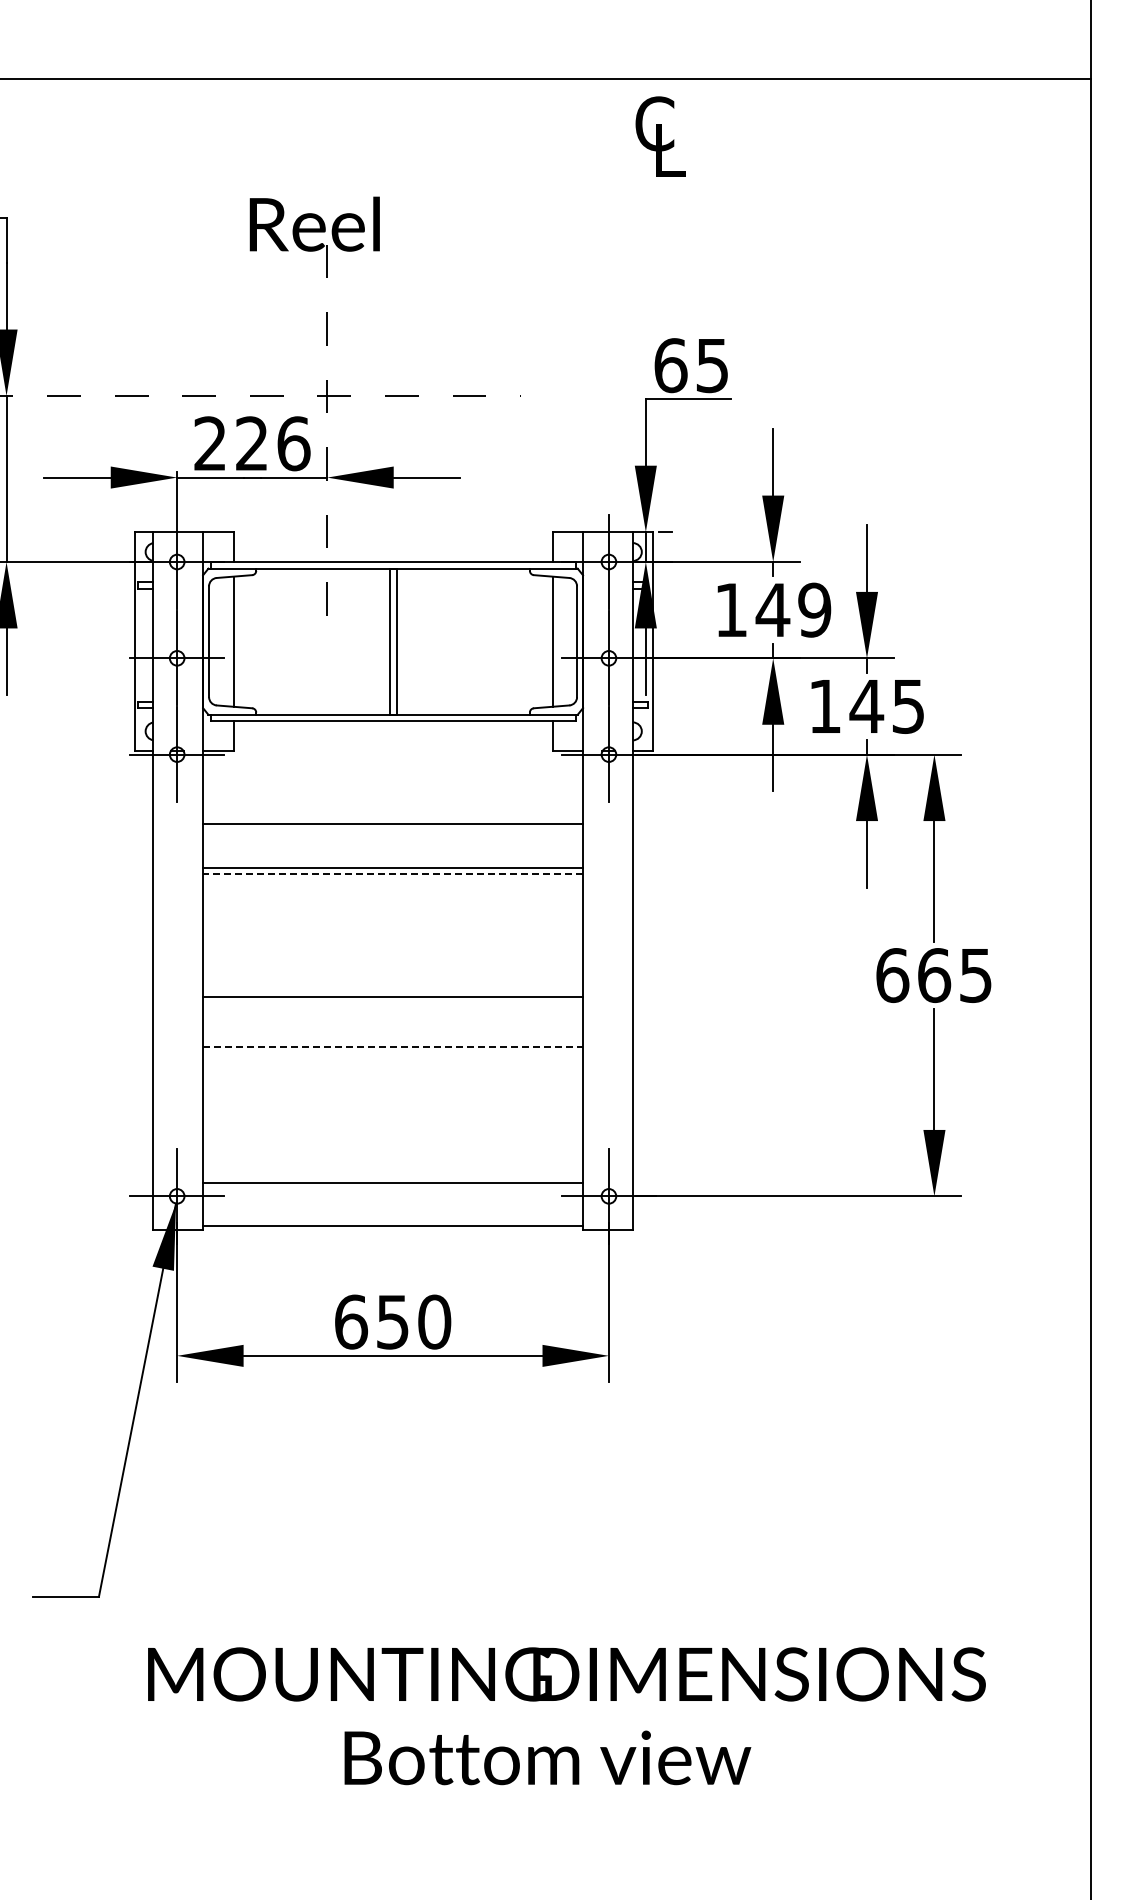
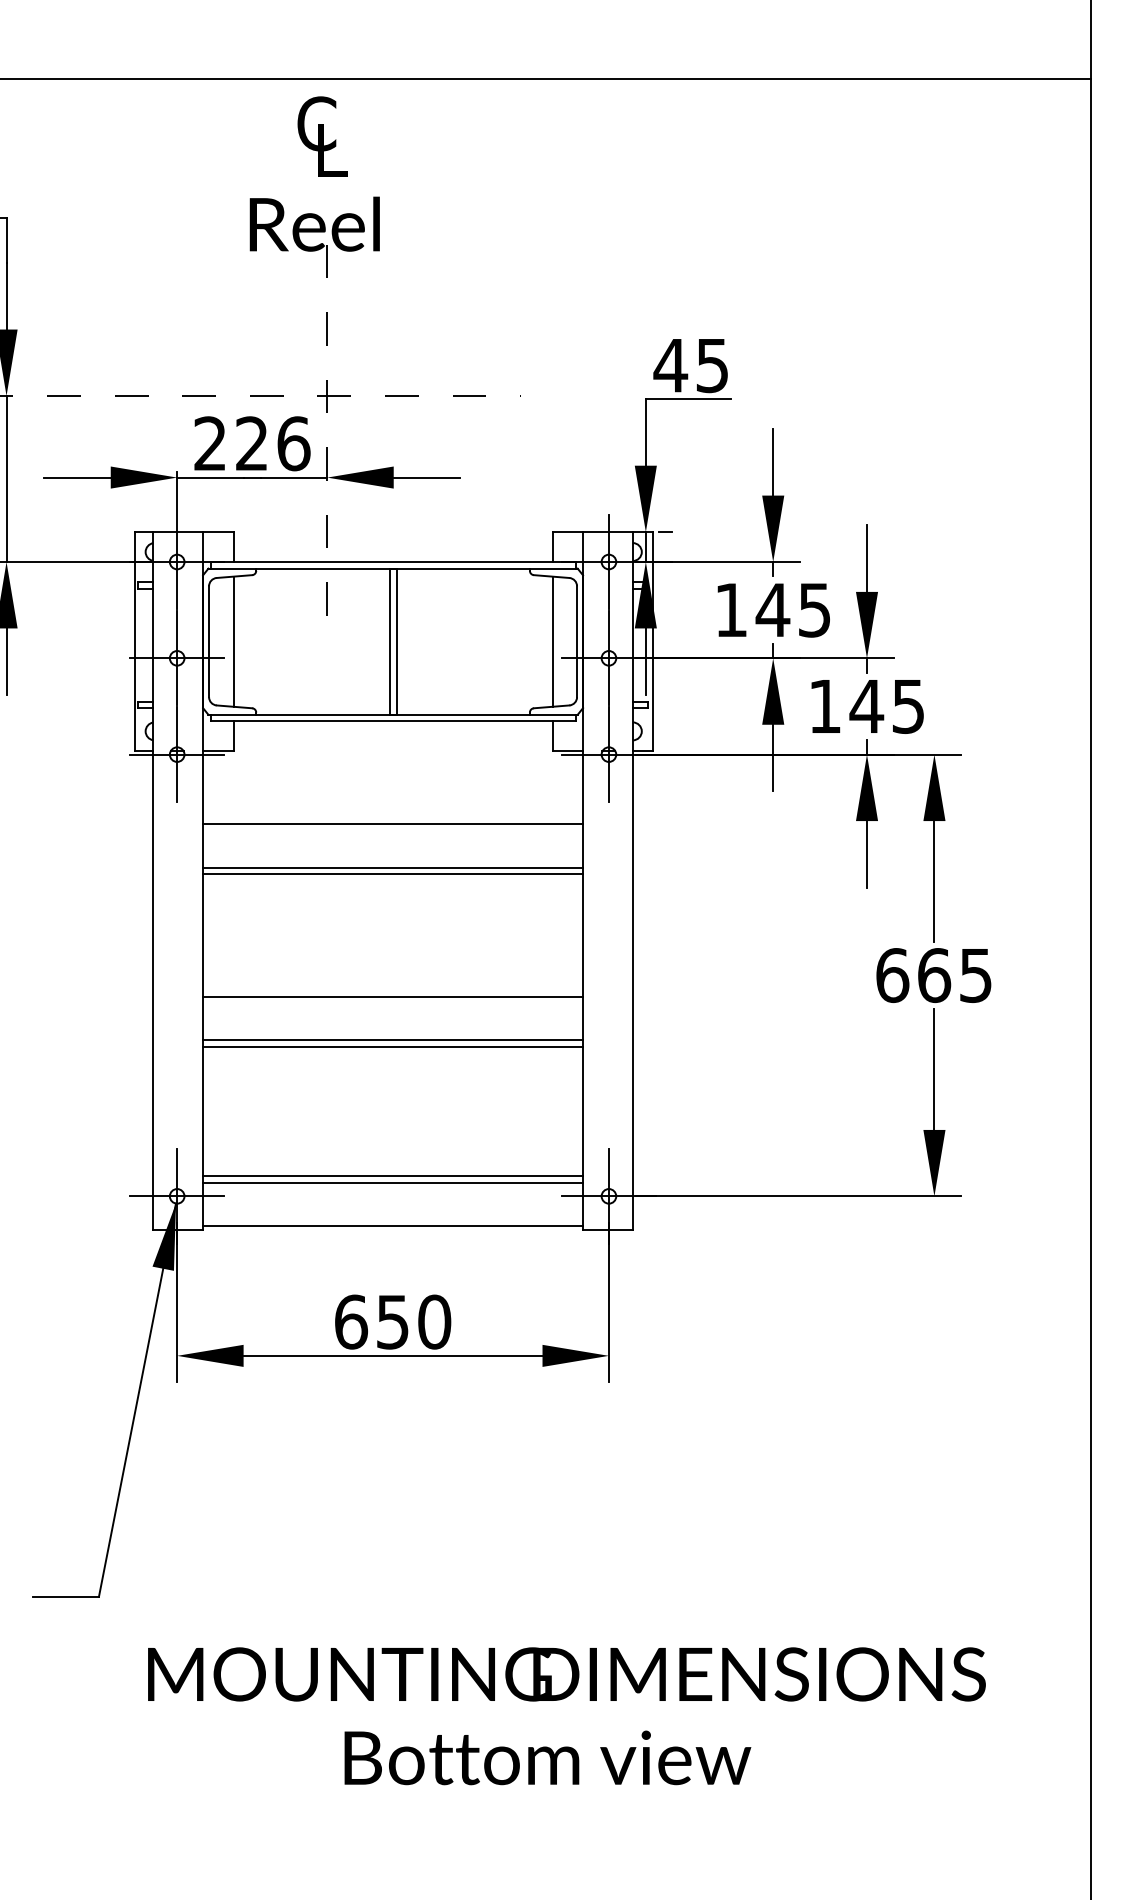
text at (660, 136) position: (660, 136) -> (322, 136)
text at (670, 365): 65 -> 45
text at (814, 609): 149 -> 145
line at (393, 874): dashed -> solid
line at (393, 1040): none -> present
line at (393, 1046): dashed -> solid
line at (393, 1176): none -> present
